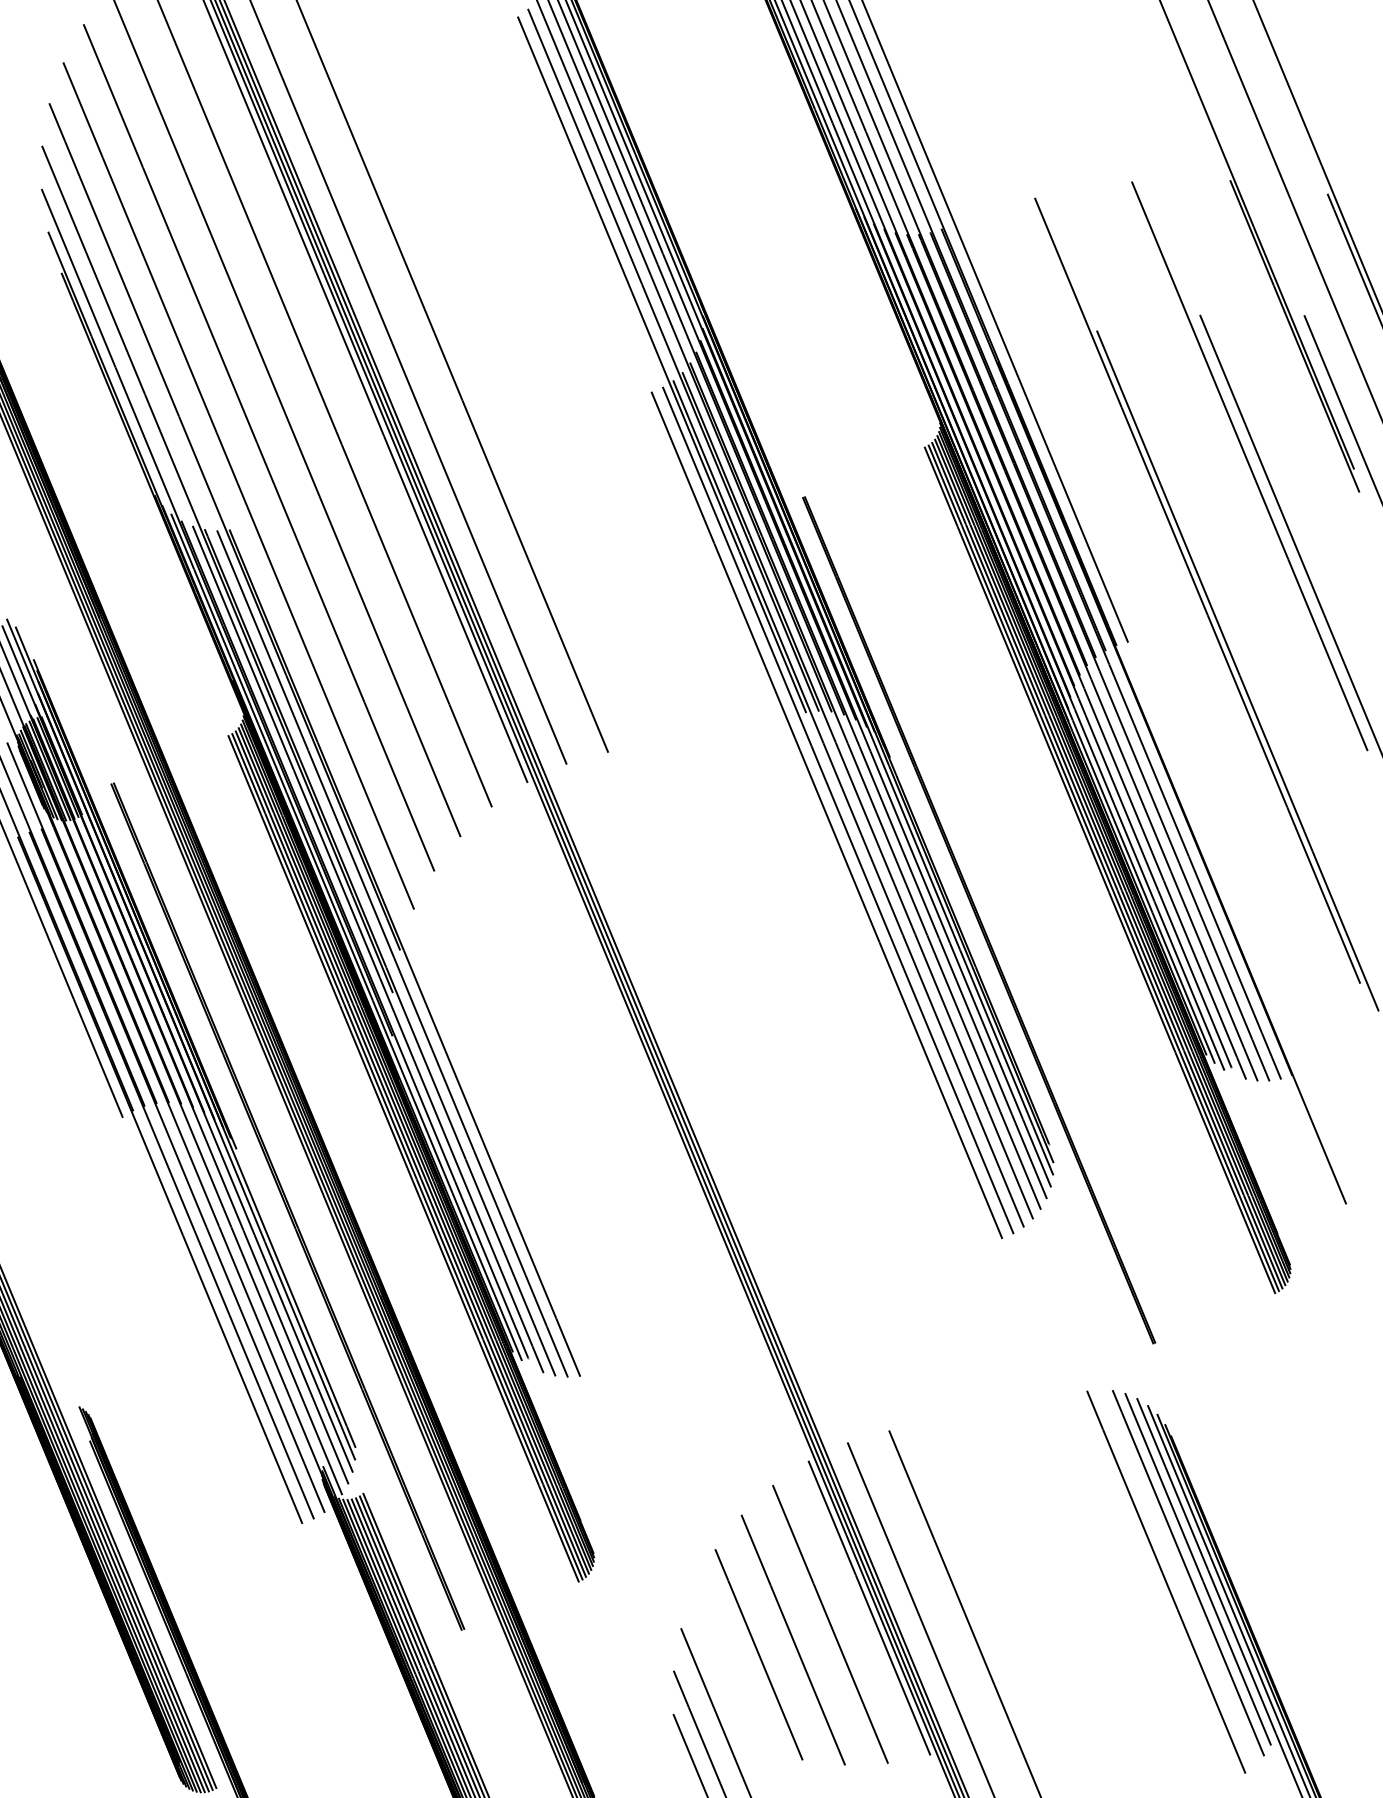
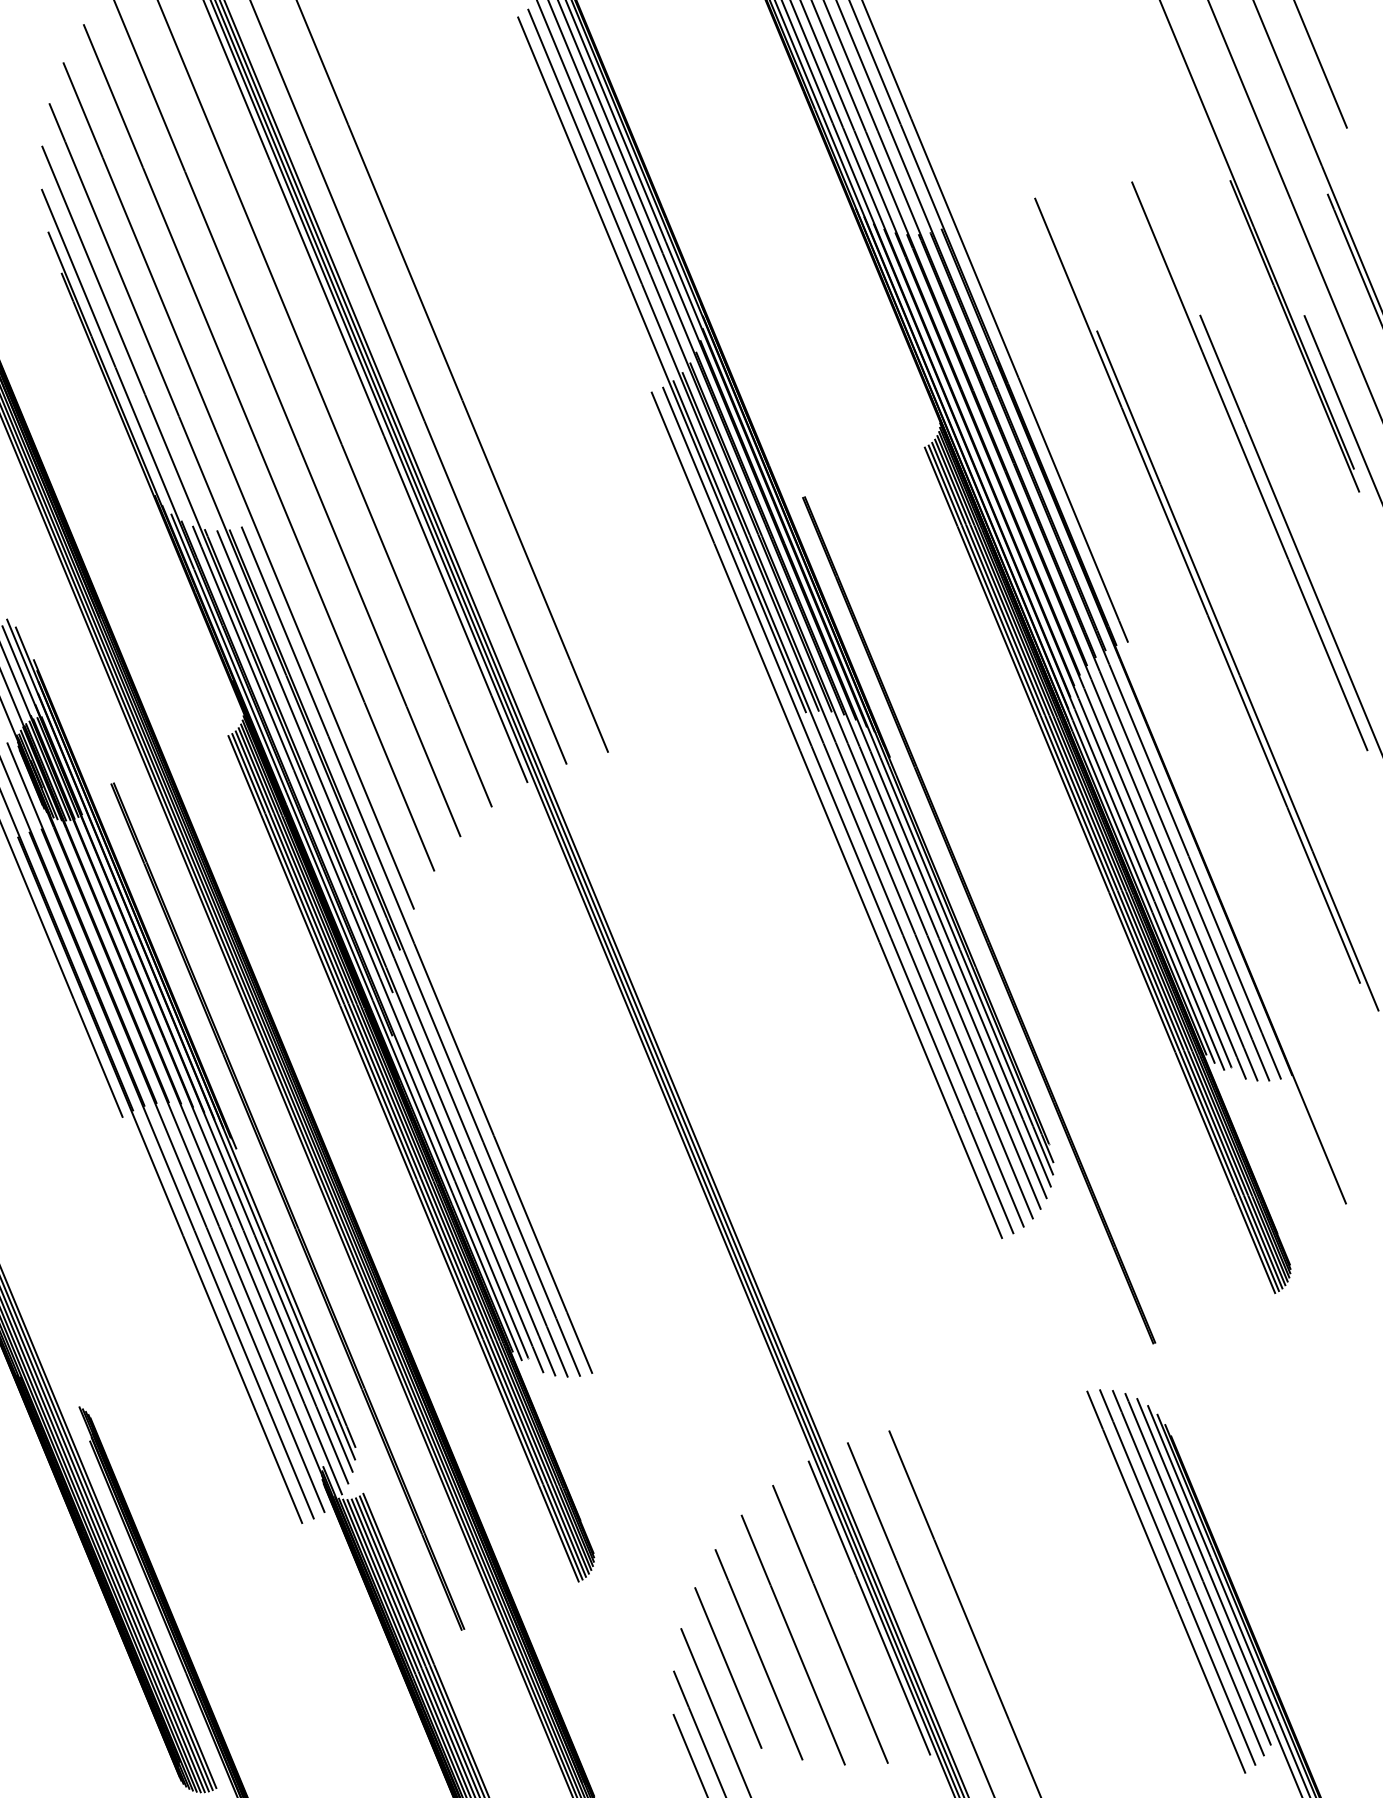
line at (1320, 65): none -> present
line at (416, 949): none -> present
line at (1177, 1577): none -> present
line at (727, 1667): none -> present
